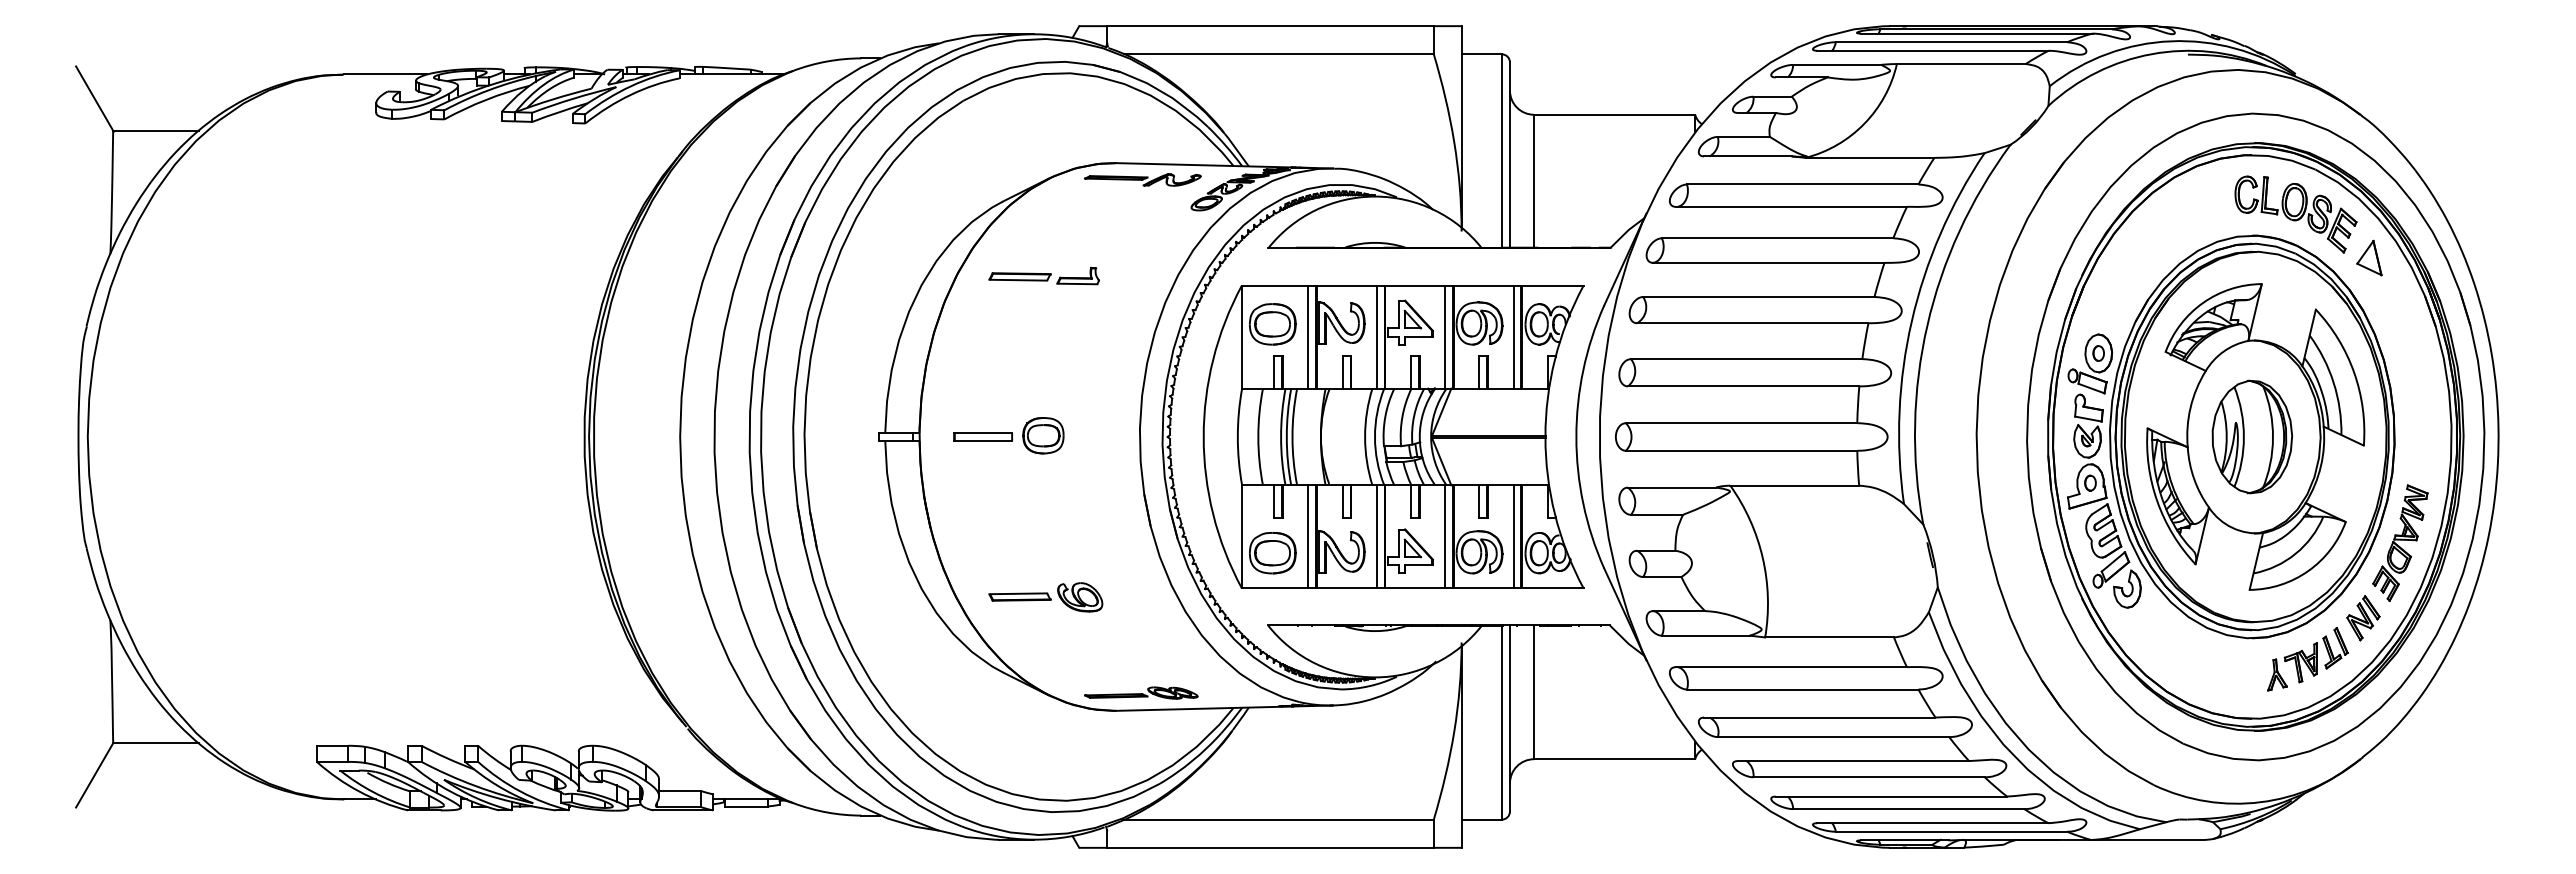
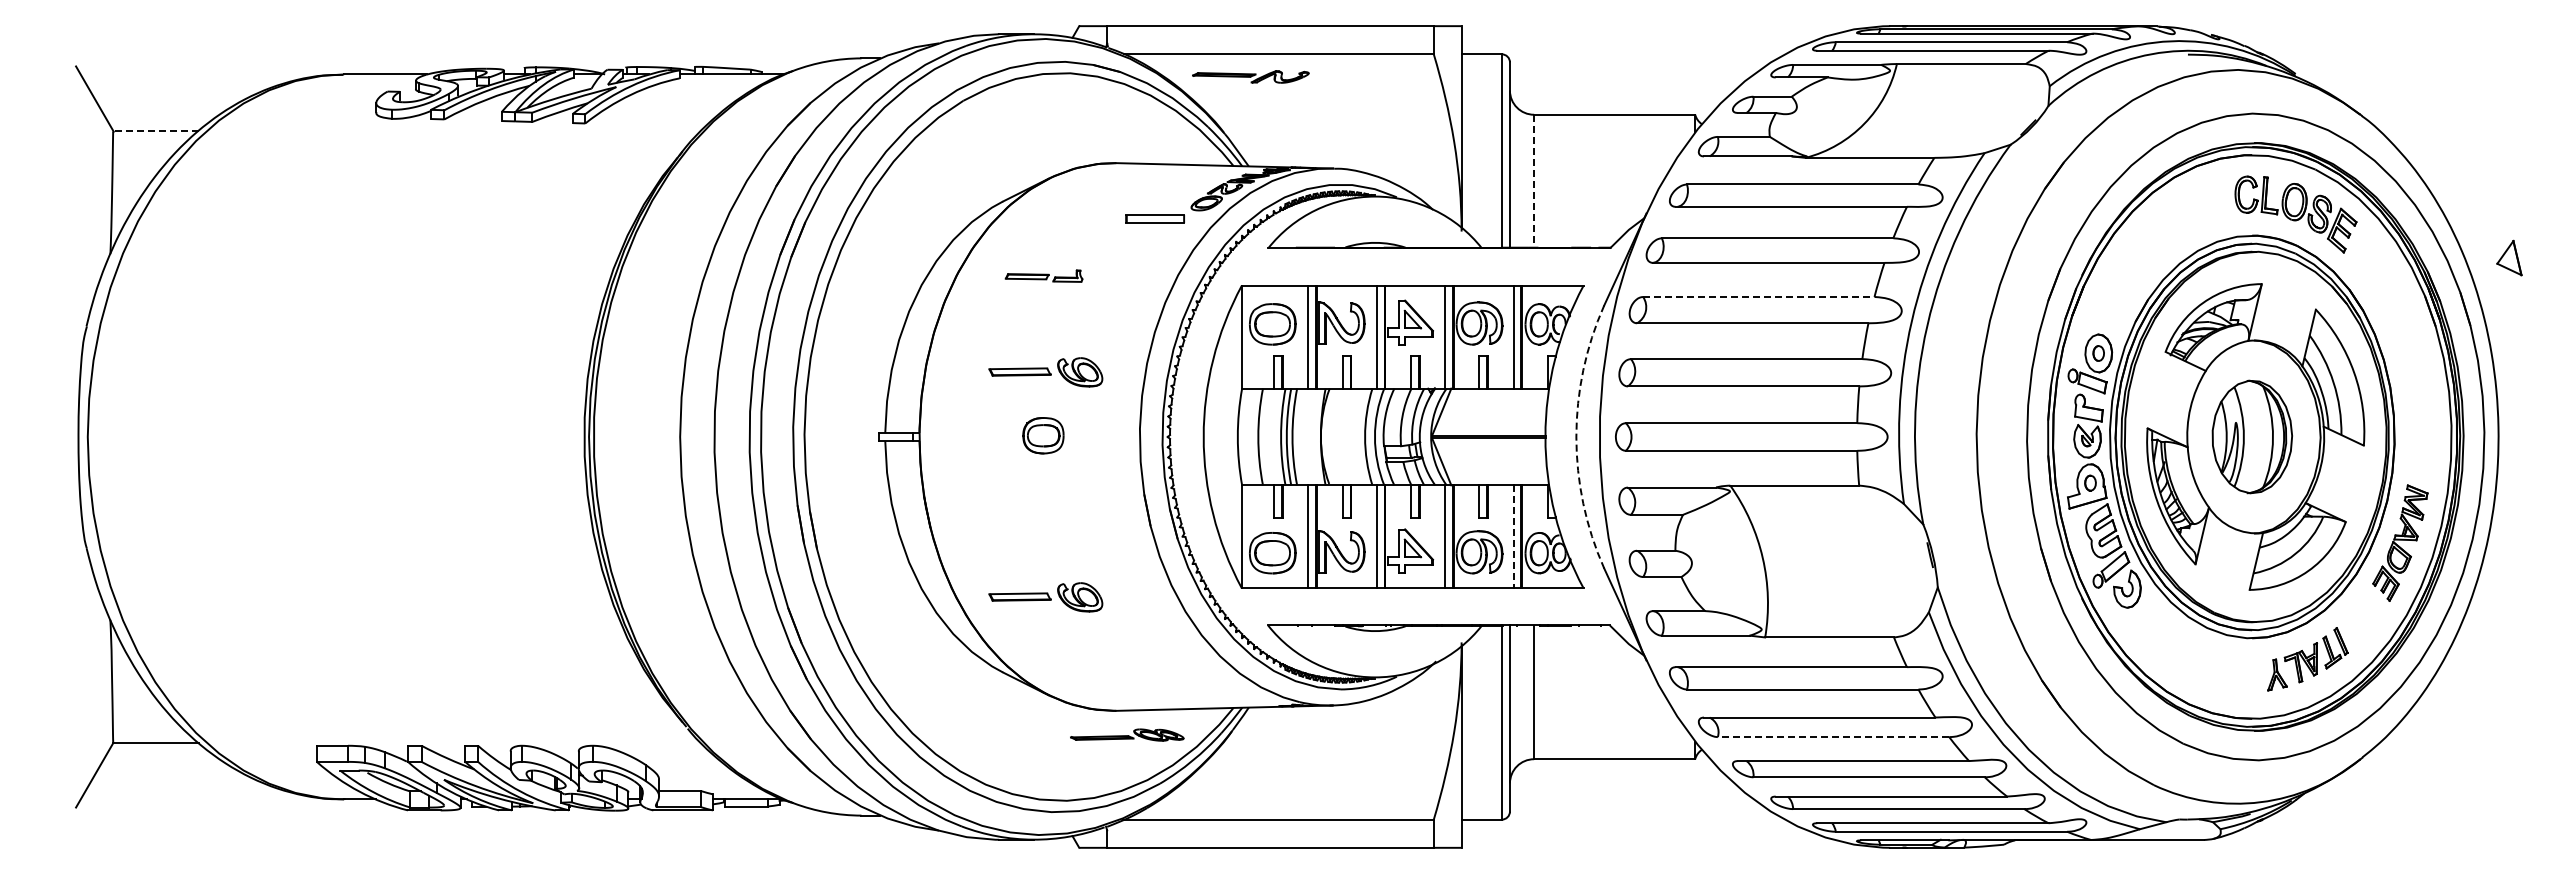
line at (156, 130): solid -> dashed
part at (1142, 179) position: (1142, 179) -> (1250, 76)
line at (1534, 181): solid -> dashed
part at (2369, 257) position: (2369, 257) -> (2509, 257)
part at (1043, 276) size: 112x19 px -> 80x14 px
line at (1758, 296): solid -> dashed
part at (1045, 372): none -> present
part at (982, 436) position: (982, 436) -> (1154, 218)
arc at (1576, 436): solid -> dashed
line at (1513, 537): solid -> dashed
part at (2363, 618): present -> none
part at (1141, 692) position: (1141, 692) -> (1127, 734)
line at (1833, 737): solid -> dashed
